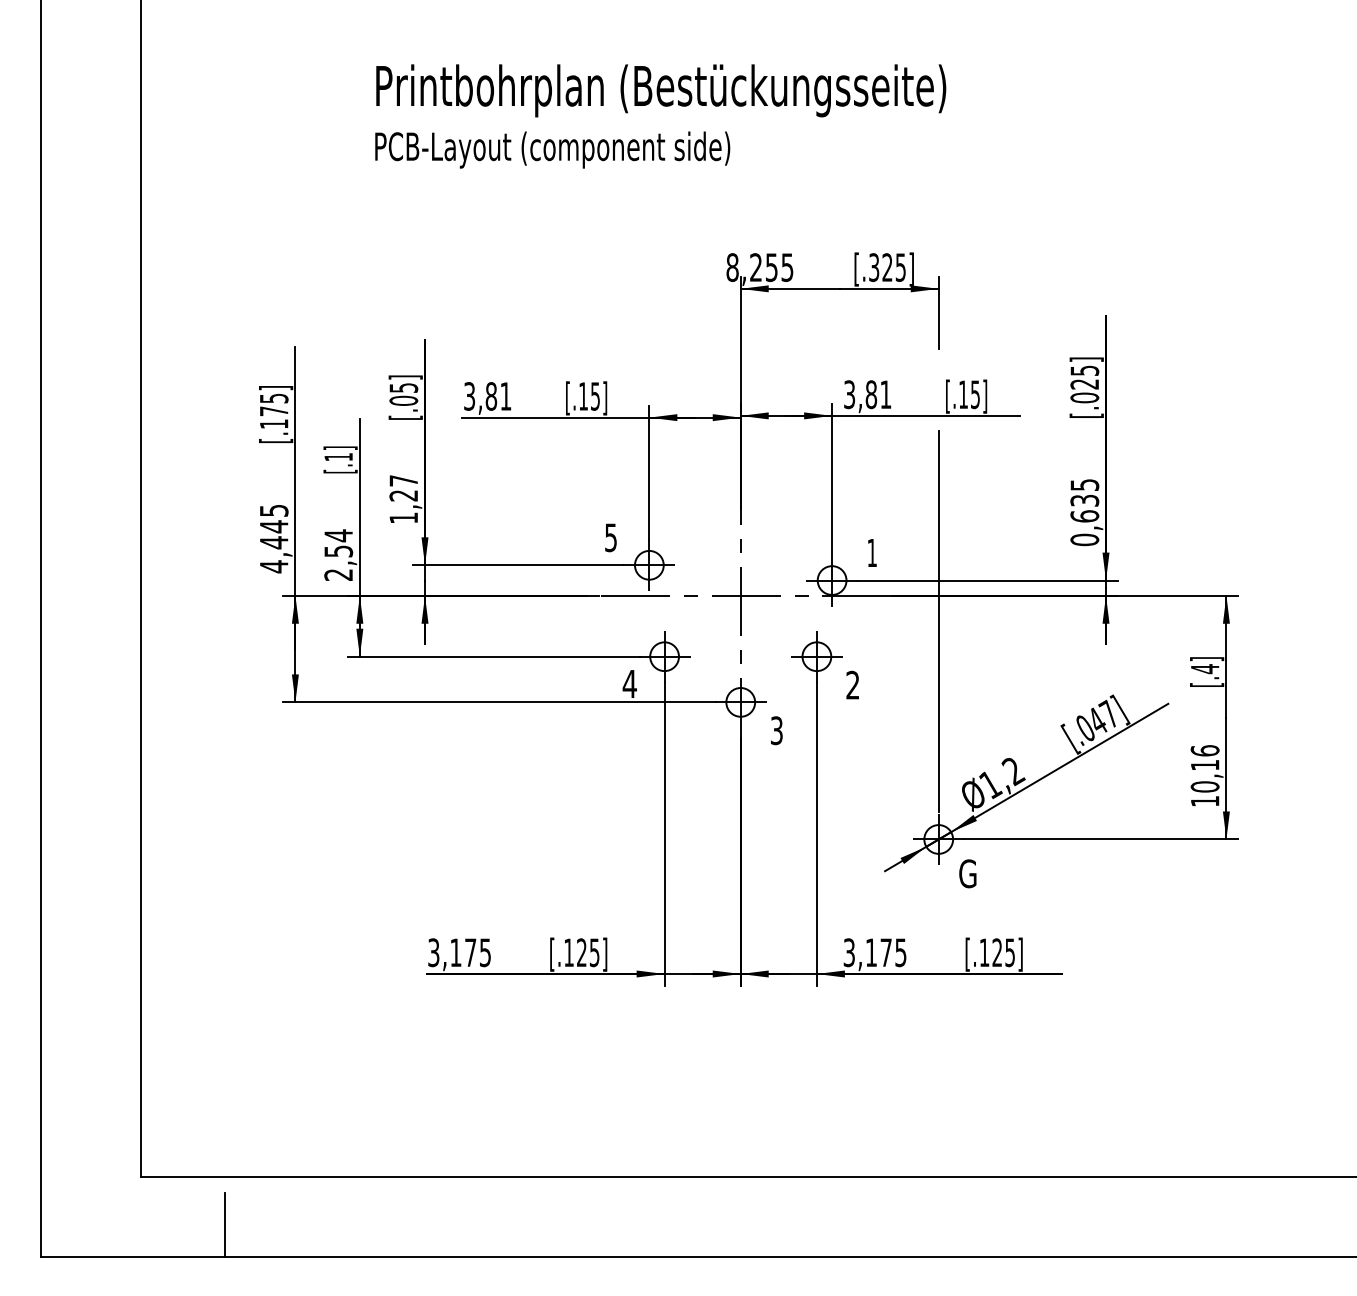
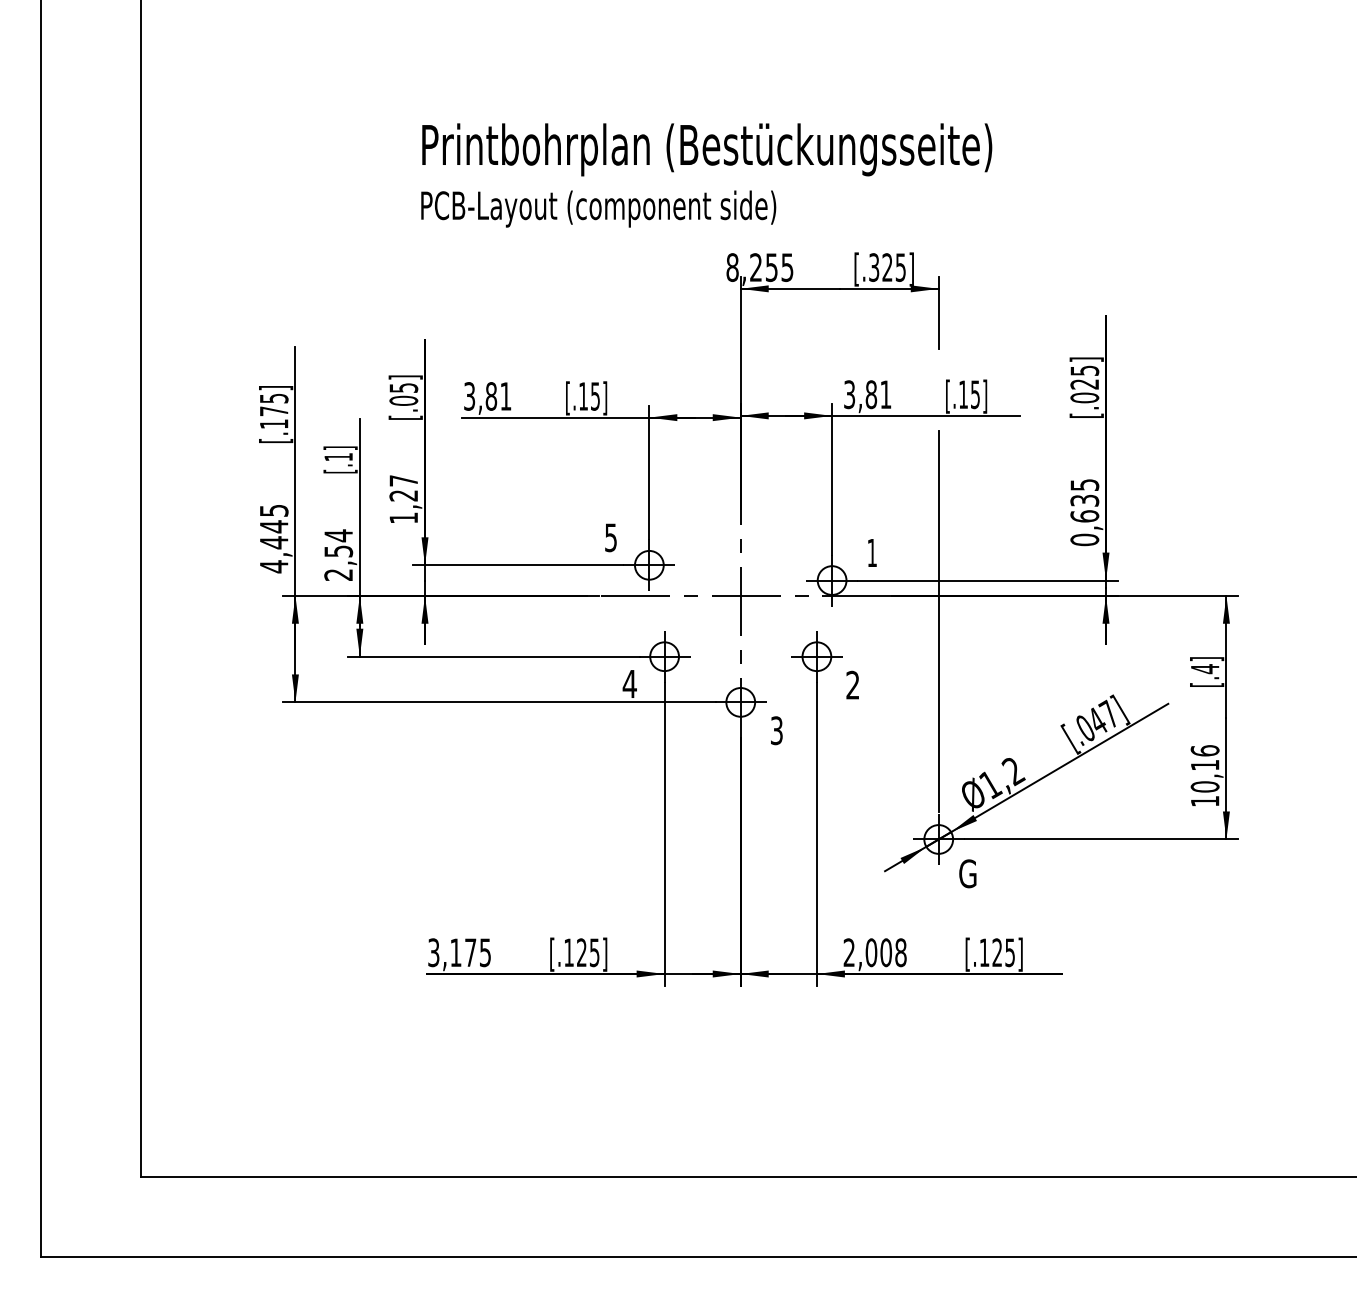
text at (660, 116) position: (660, 116) -> (706, 175)
text at (874, 952): 3,175 -> 2,008
line at (224, 1225): present -> none
